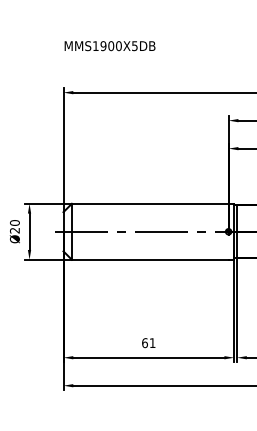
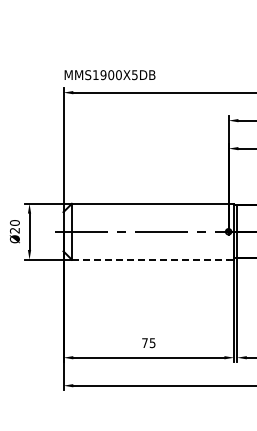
text at (109, 46) position: (109, 46) -> (109, 75)
line at (150, 259): solid -> dashed
text at (148, 343): 61 -> 75
